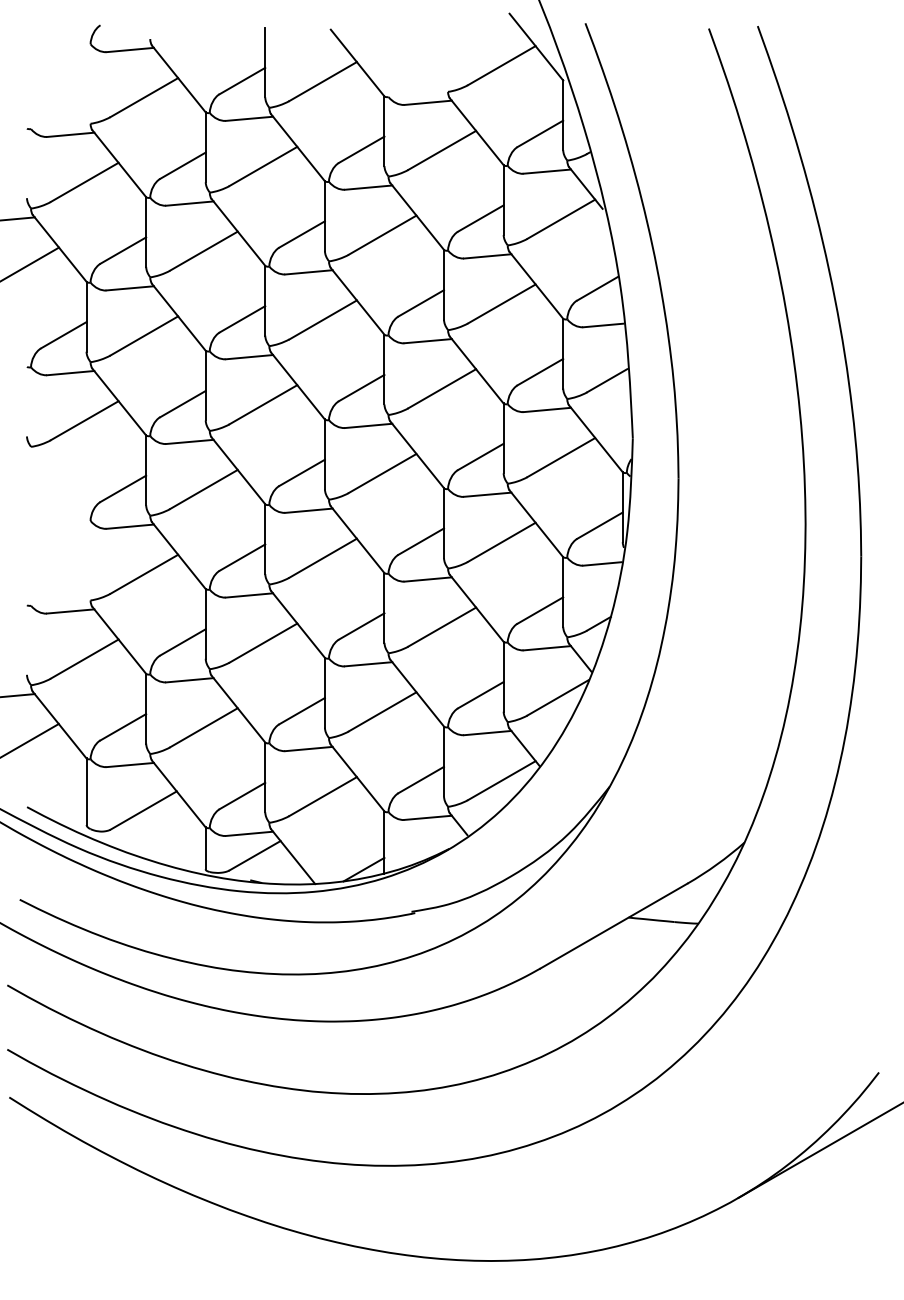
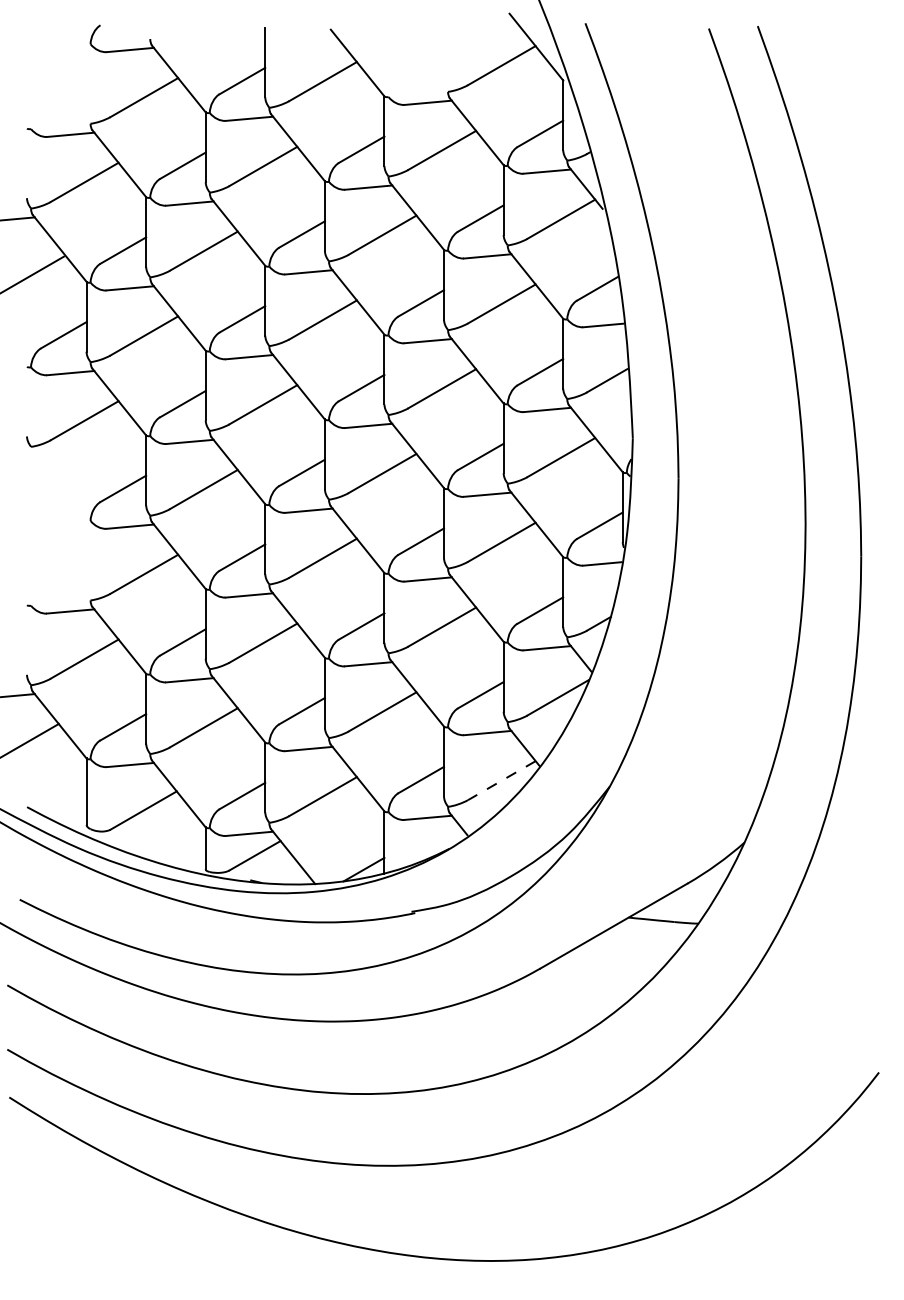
line at (30, 263) position: (30, 263) -> (32, 274)
line at (501, 780): solid -> dashed
line at (819, 1150): present -> none
